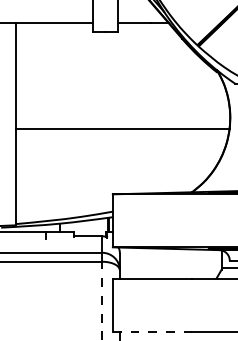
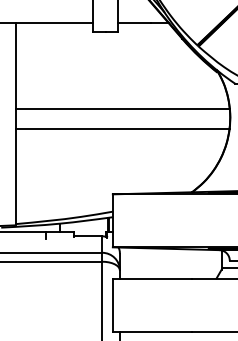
line at (122, 109): none -> present
line at (102, 300): dashed -> solid
line at (152, 331): dashed -> solid
